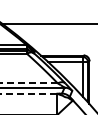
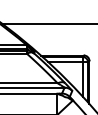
line at (28, 83): dashed -> solid
line at (28, 93): dashed -> solid
